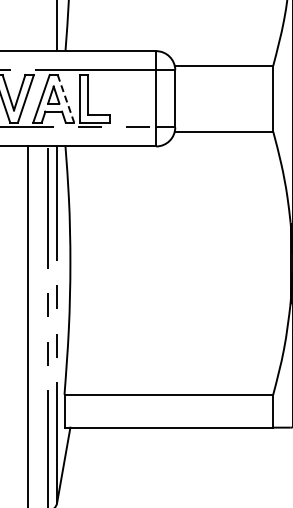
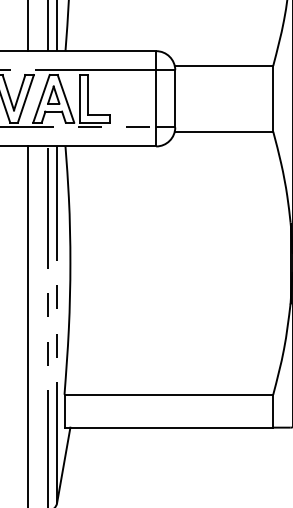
line at (28, 26): none -> present
line at (47, 26): none -> present
line at (66, 99): dashed -> solid
